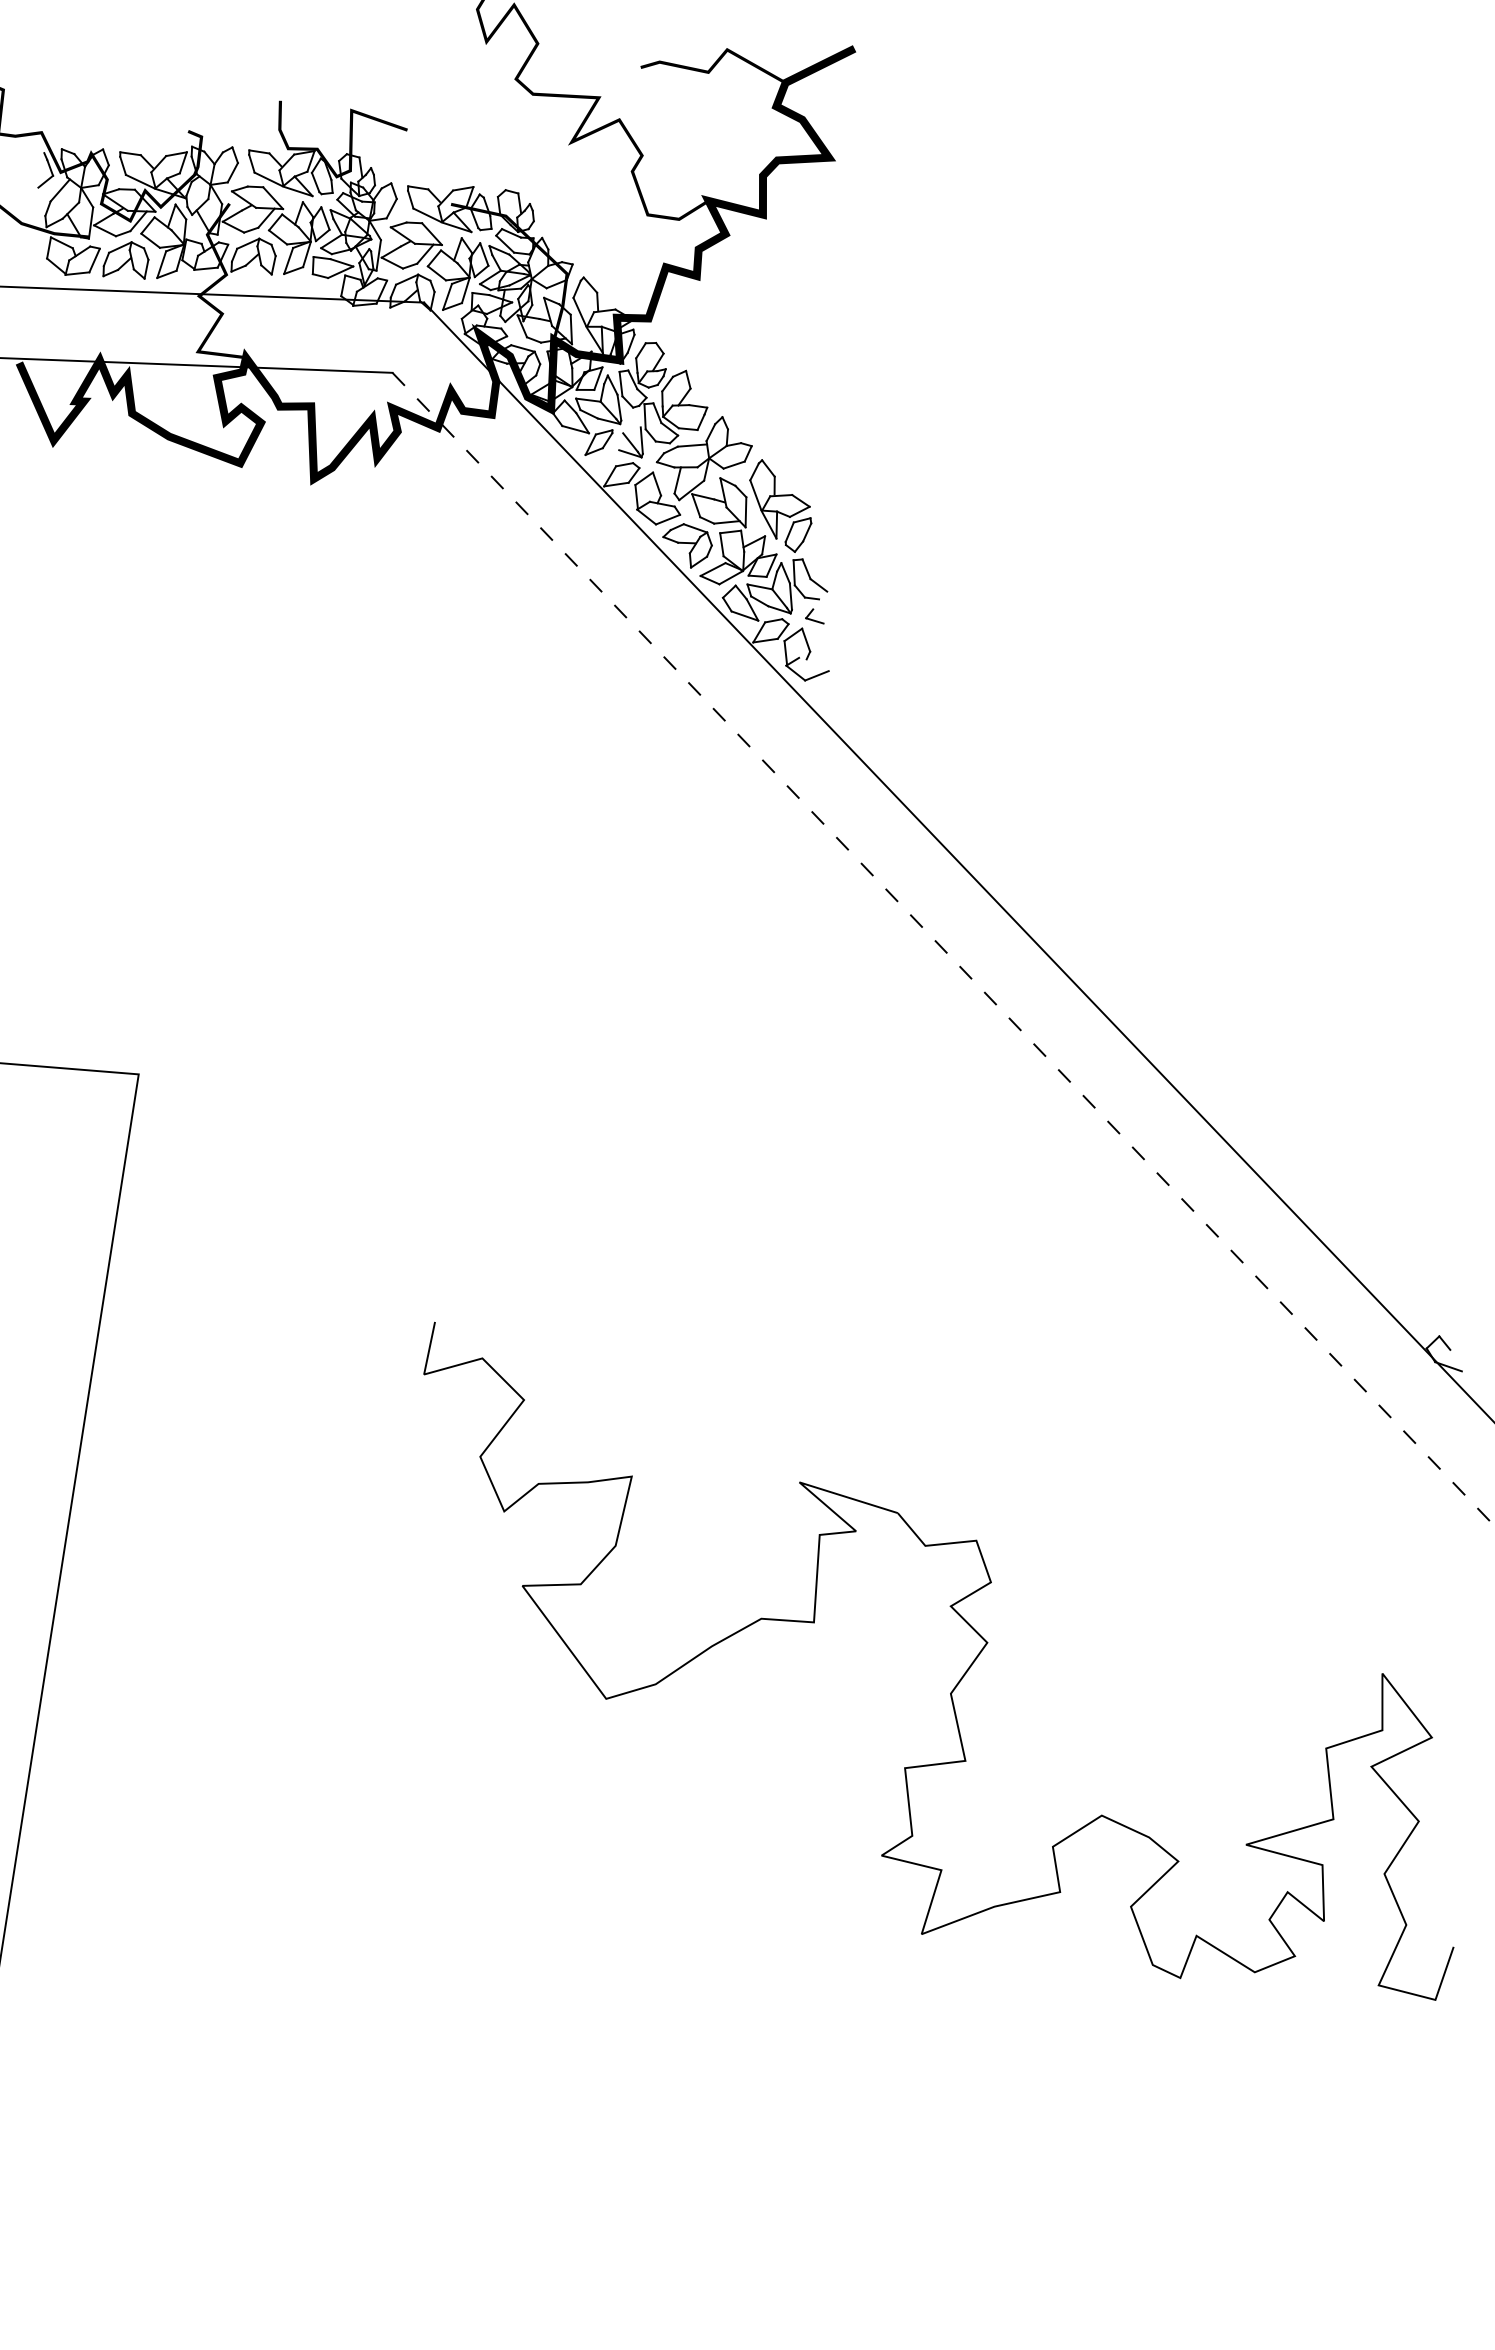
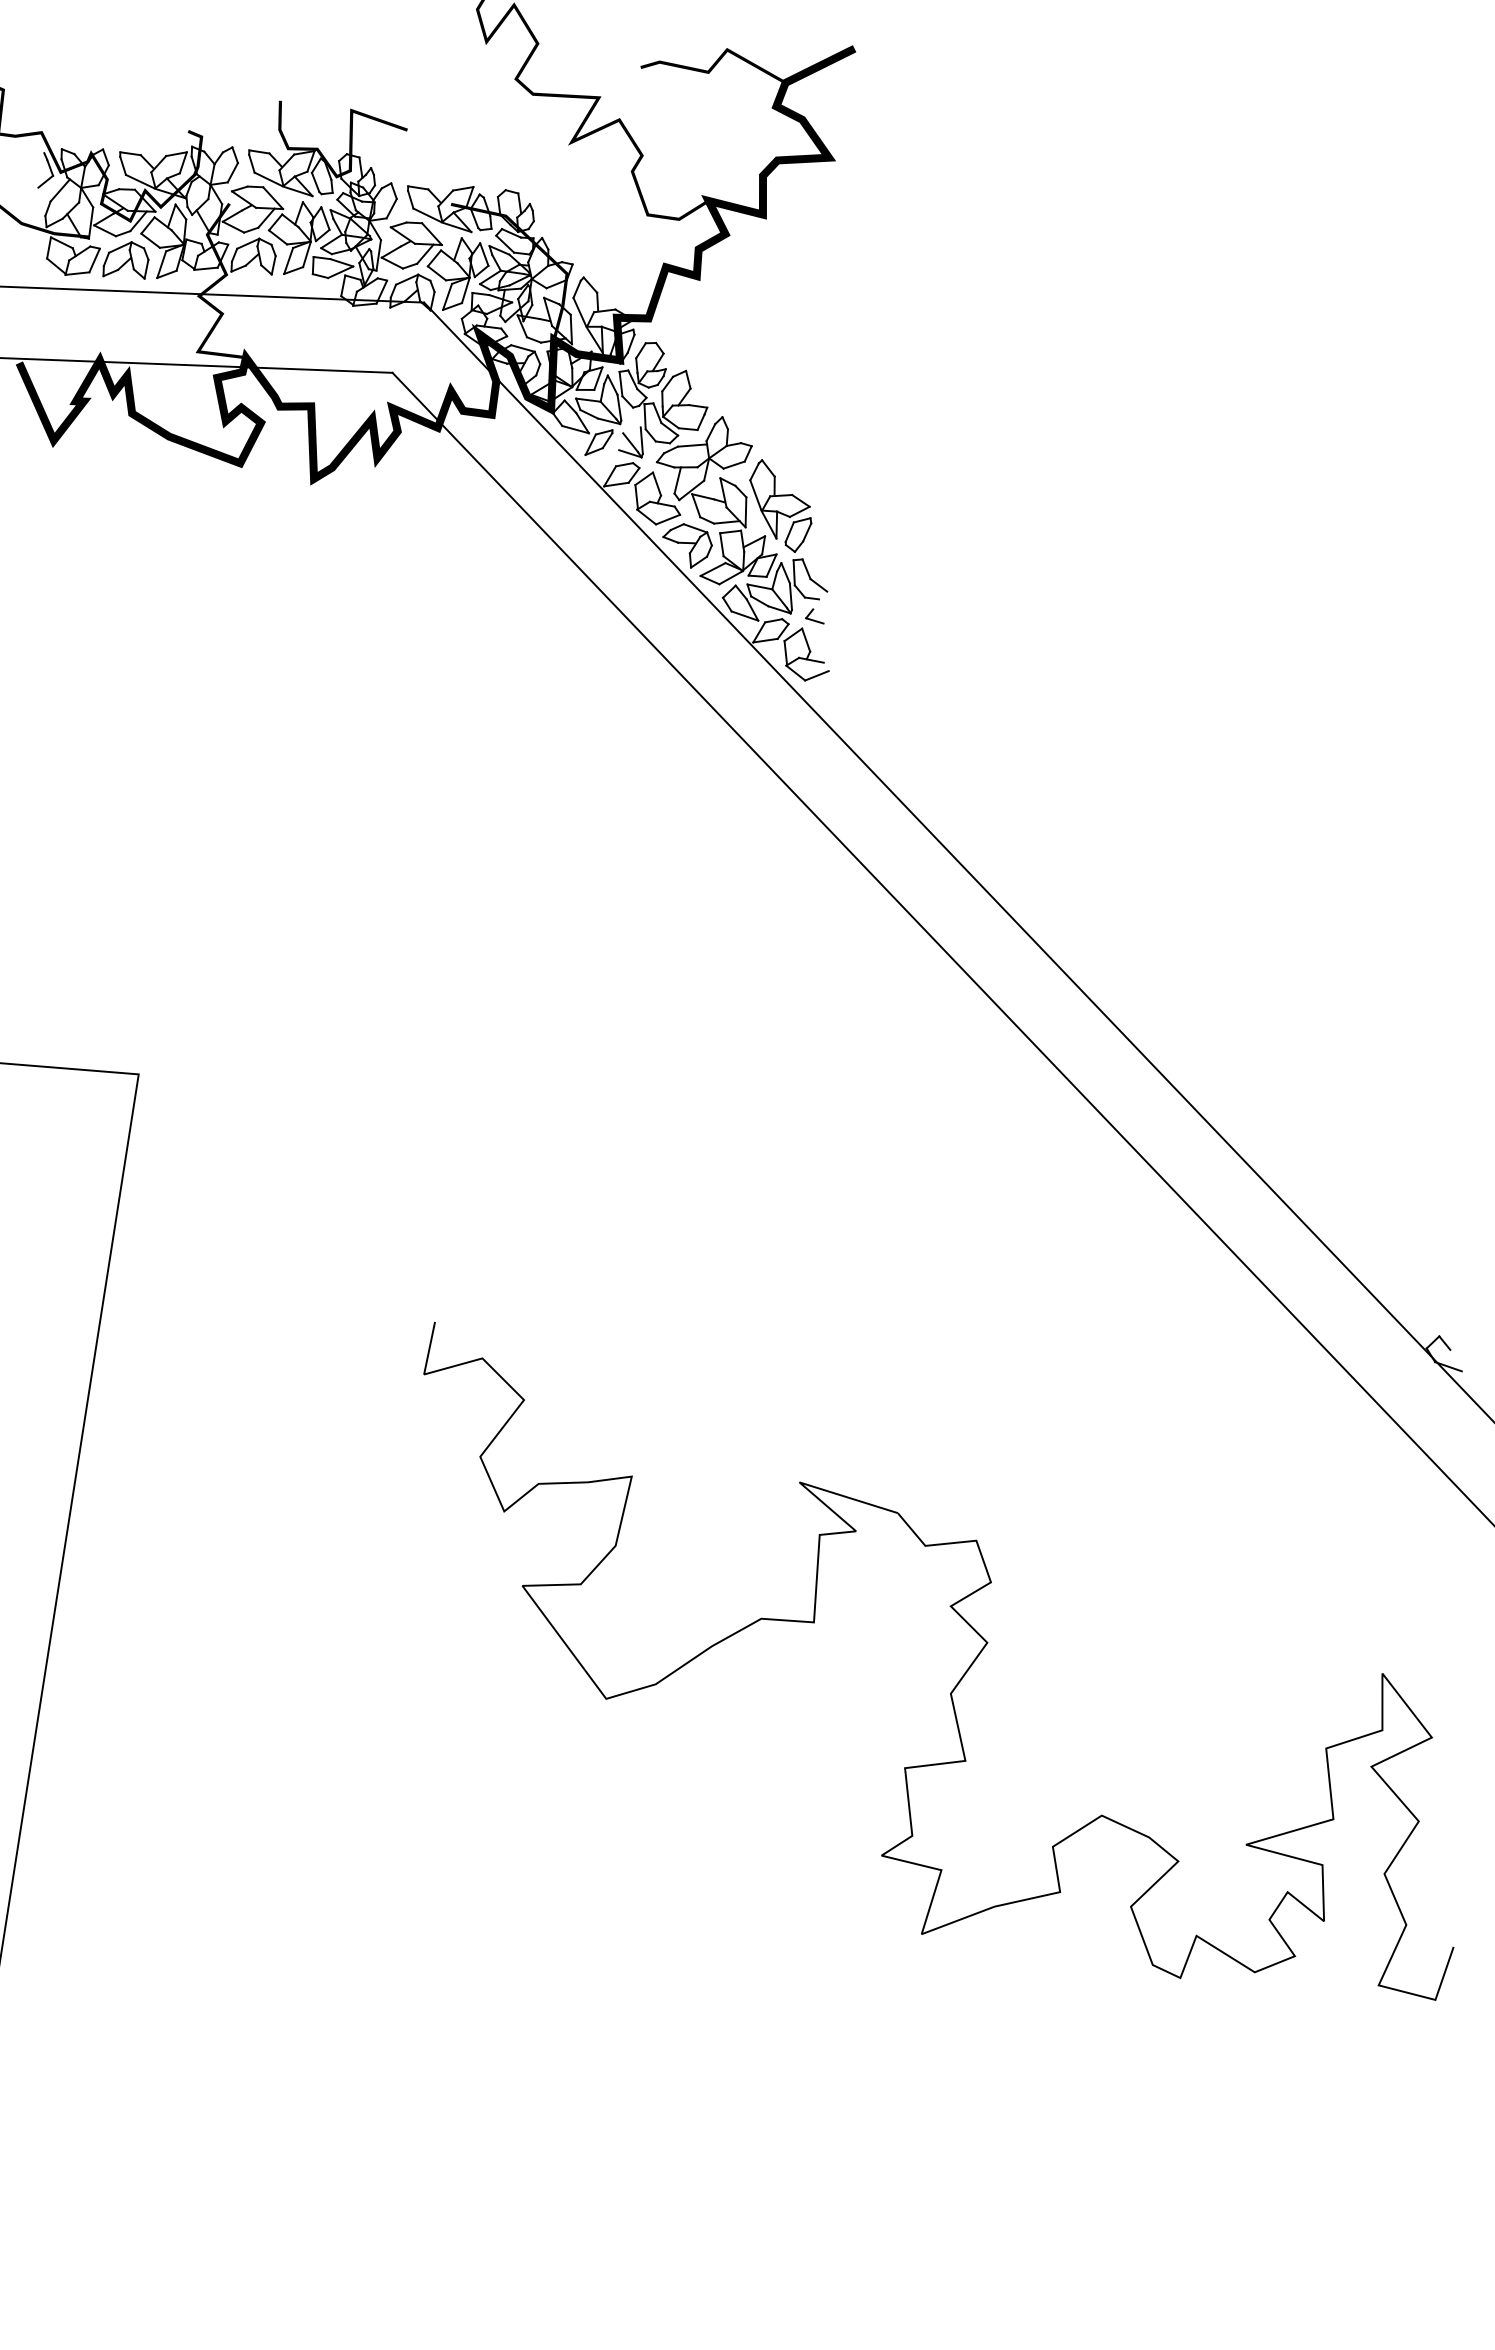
line at (811, 659): none -> present
line at (943, 949): dashed -> solid
